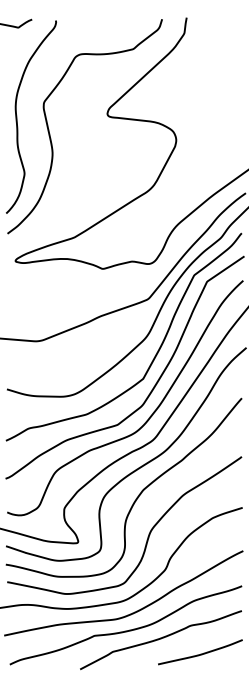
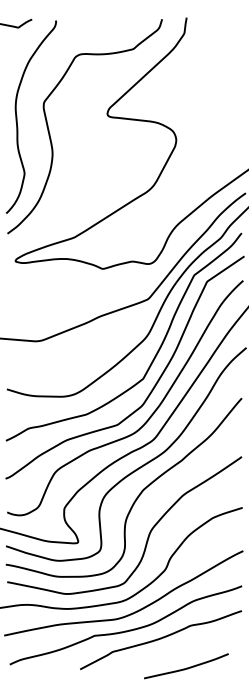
curve at (200, 653) position: (200, 653) -> (186, 667)
